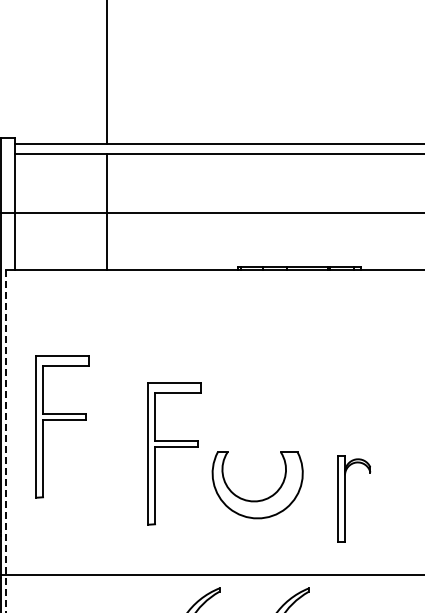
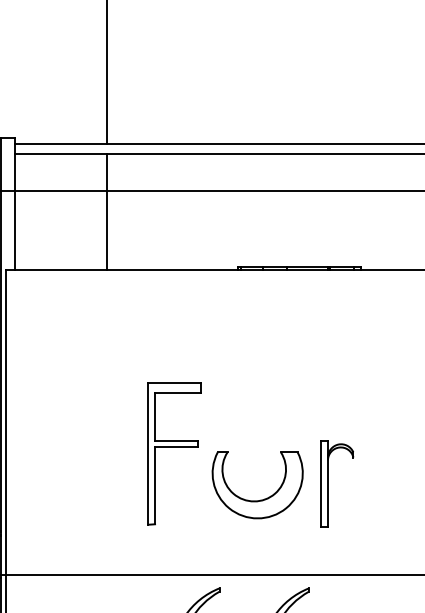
line at (211, 212) position: (211, 212) -> (211, 190)
part at (62, 426): present -> none
line at (5, 441): dashed -> solid
part at (345, 498) position: (345, 498) -> (328, 483)
